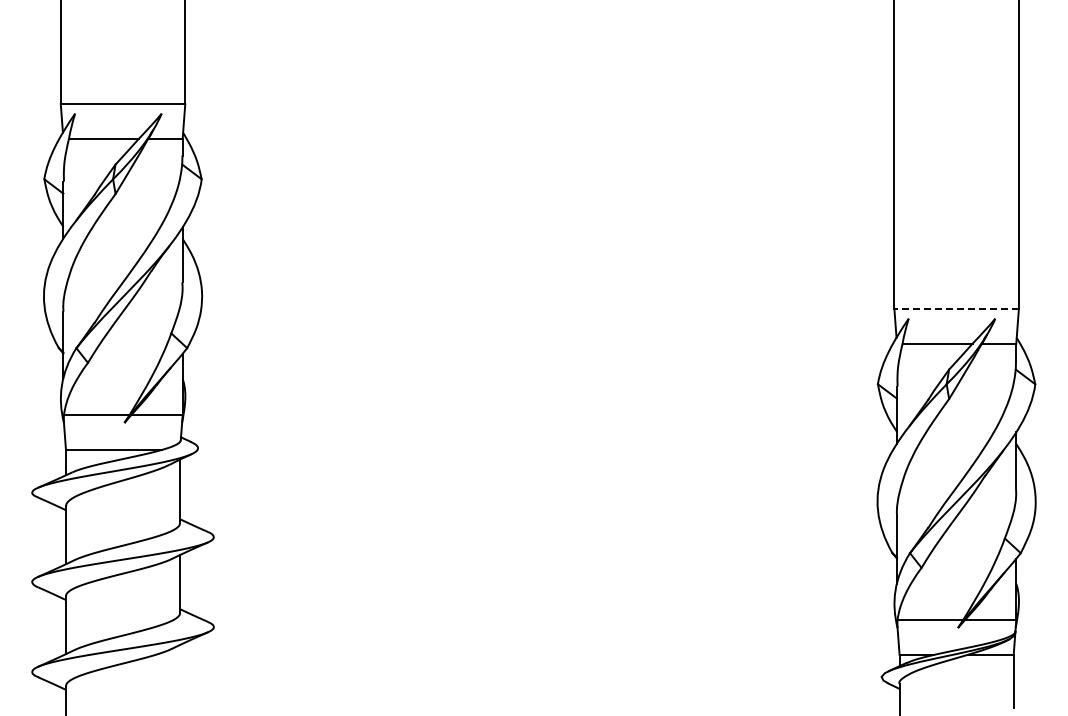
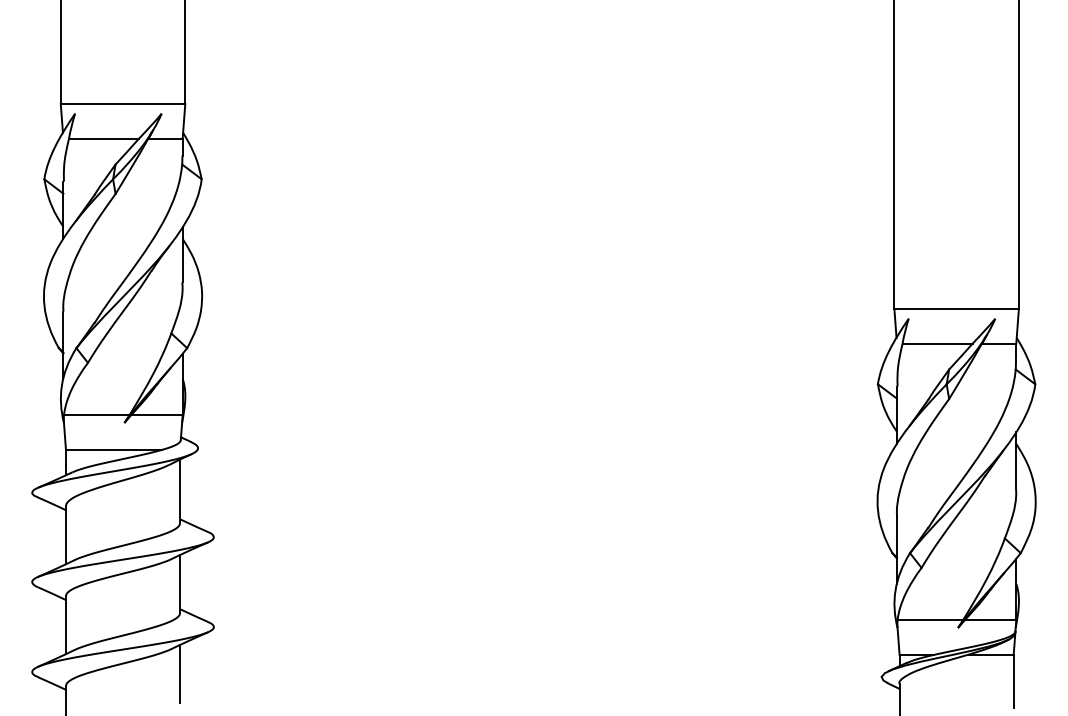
line at (956, 309): dashed -> solid
line at (180, 673): none -> present
